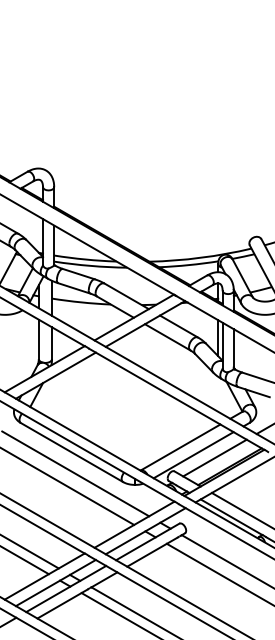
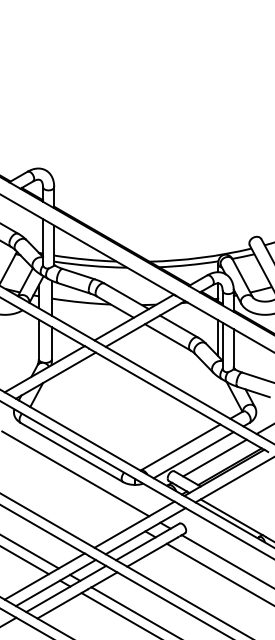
line at (68, 486): present -> none
line at (241, 509): present -> none
